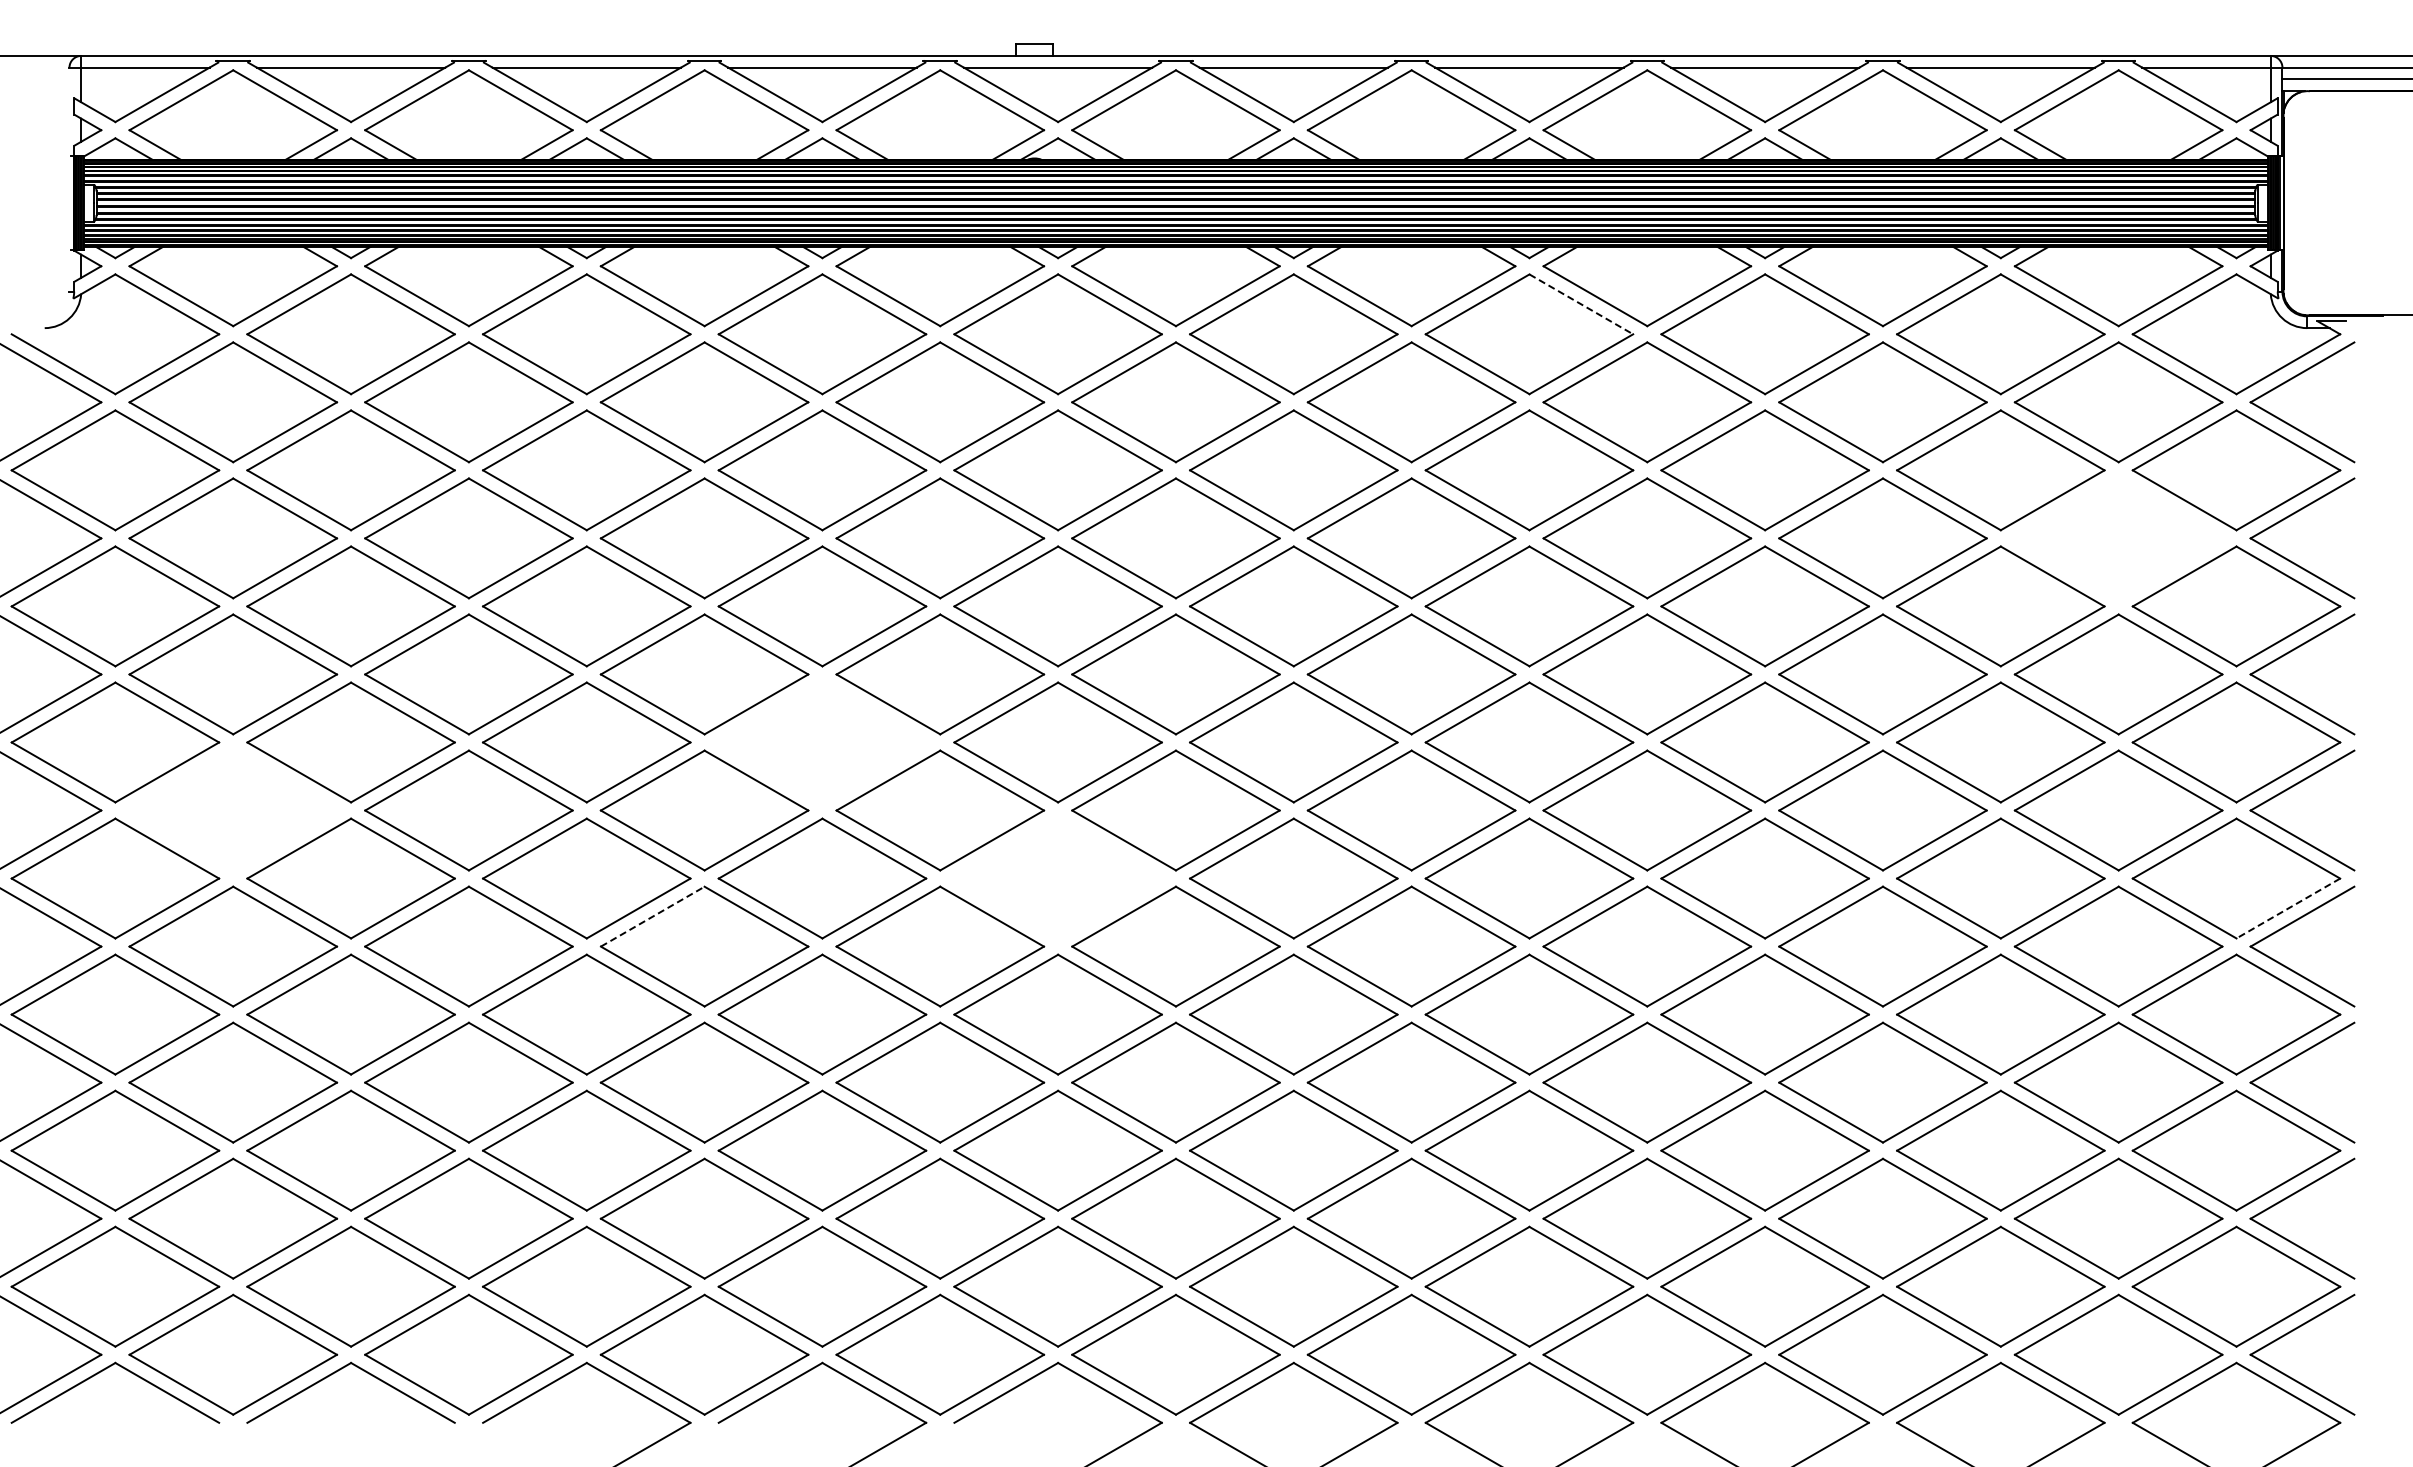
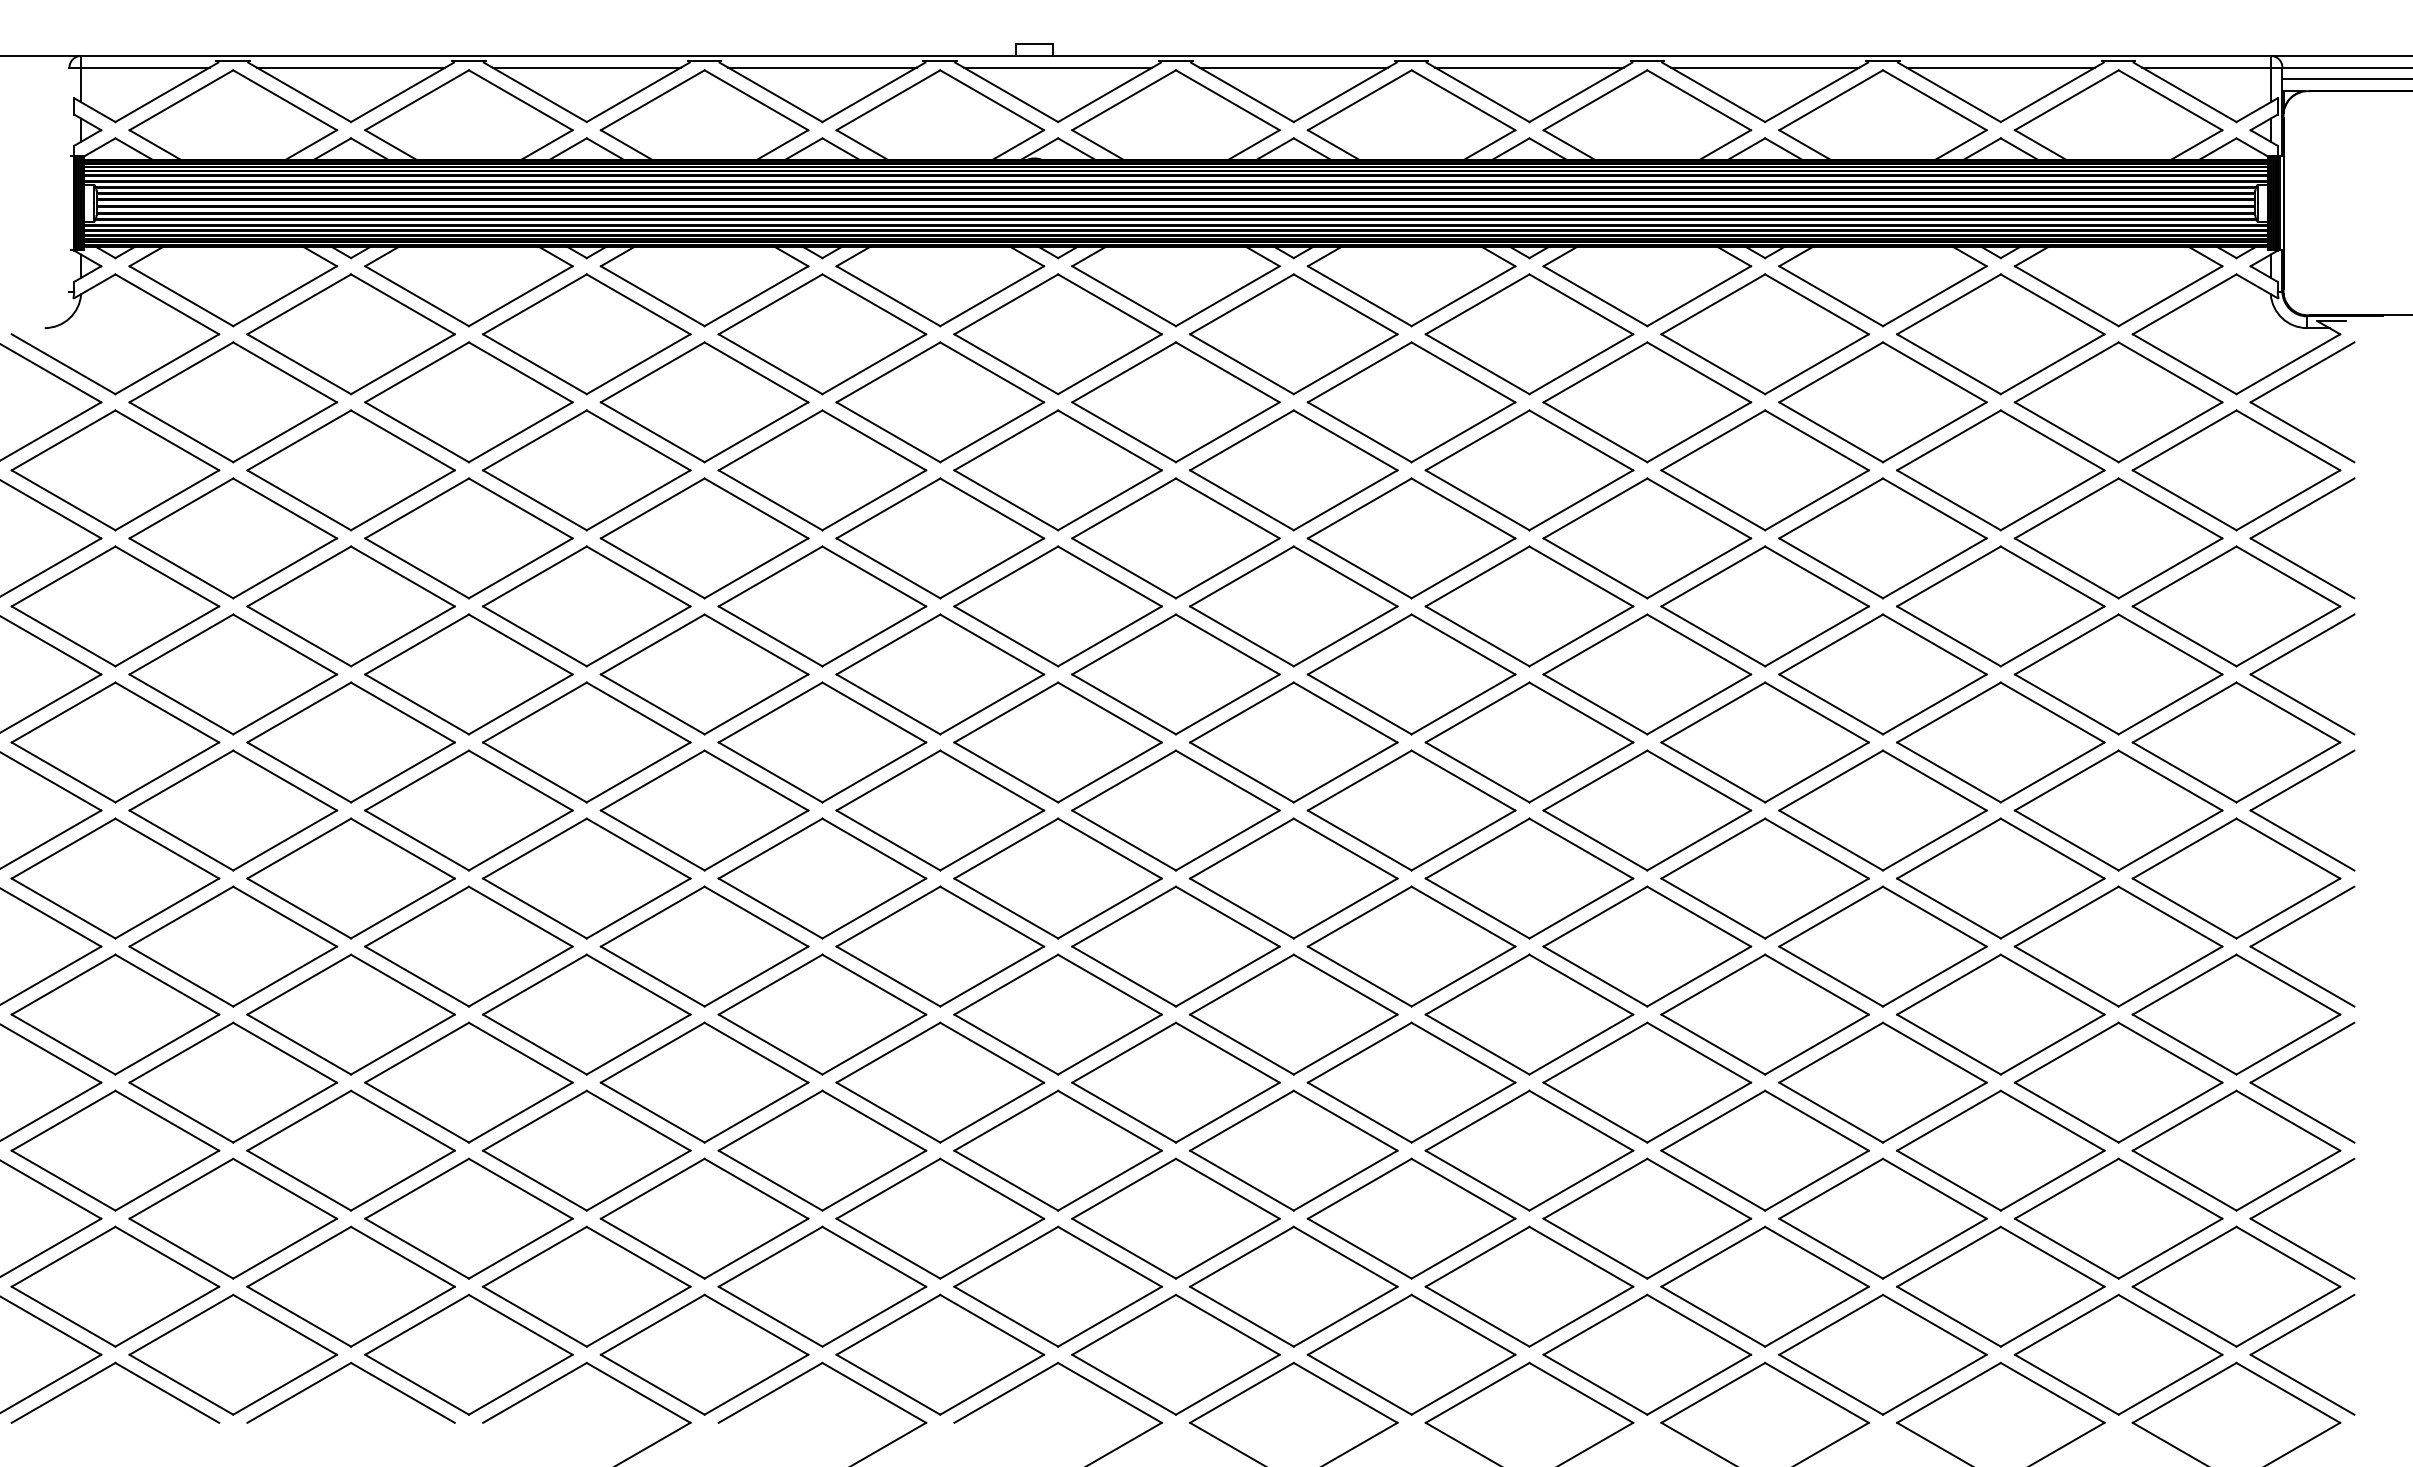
line at (1581, 304): dashed -> solid
part at (2118, 538): none -> present
part at (822, 742): none -> present
part at (233, 810): none -> present
part at (1057, 878): none -> present
line at (2288, 908): dashed -> solid
line at (652, 916): dashed -> solid
